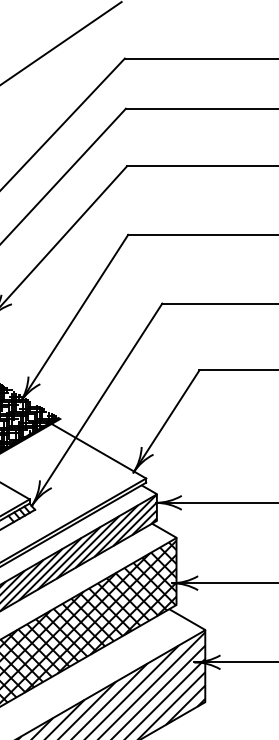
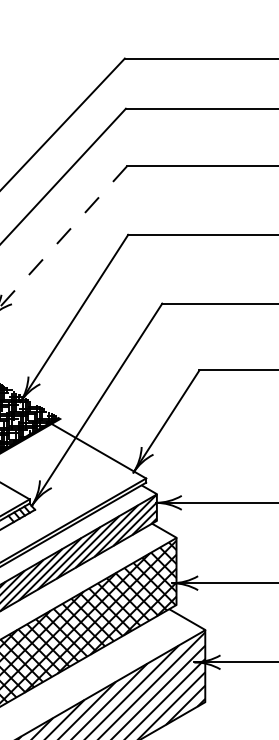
line at (61, 43): present -> none
line at (63, 236): solid -> dashed
